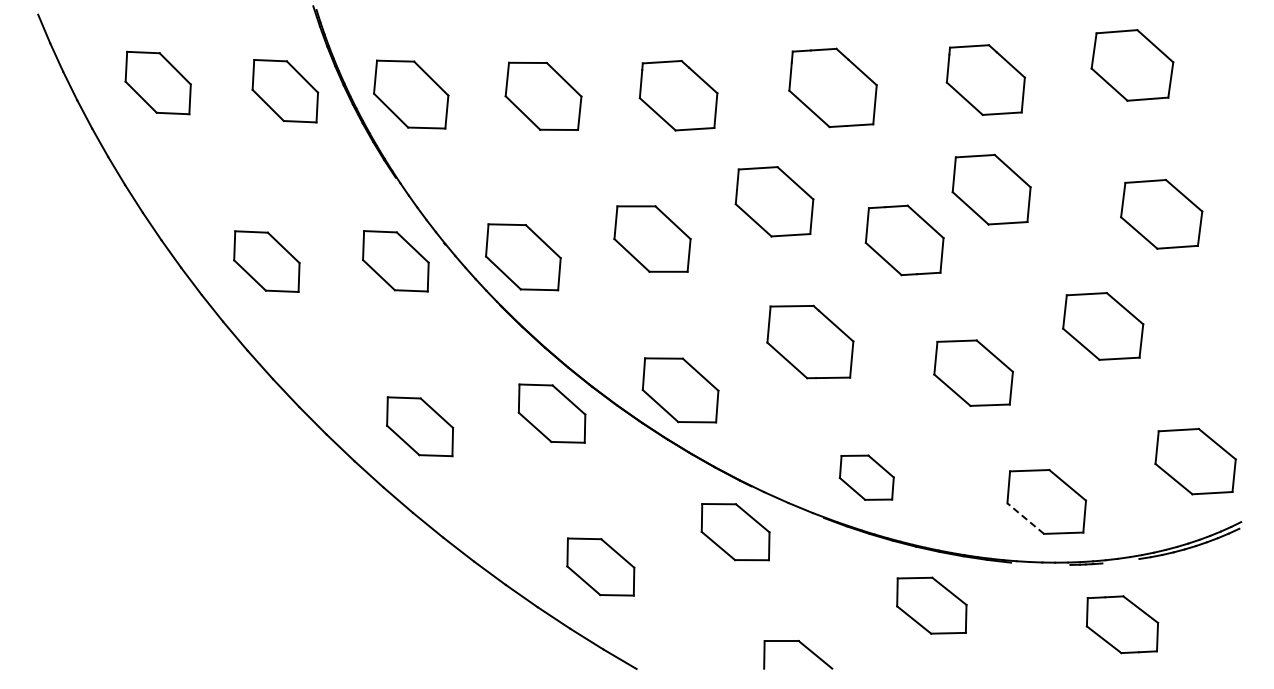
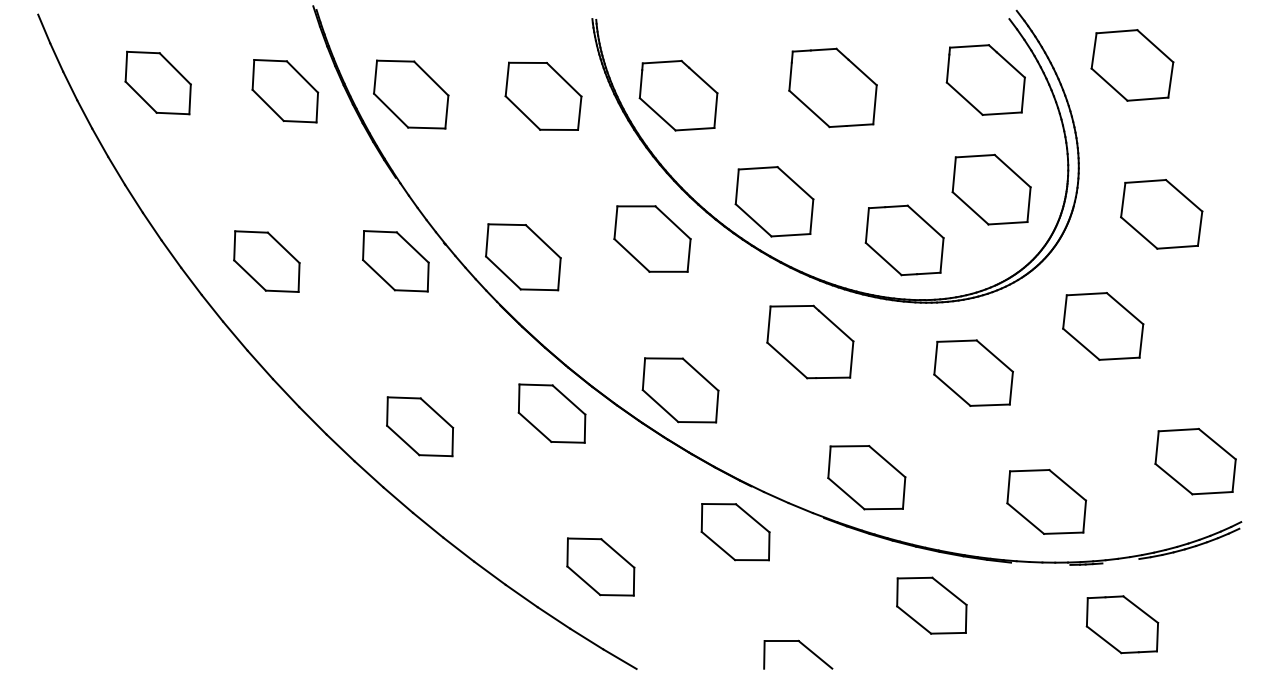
part at (782, 261): none -> present
part at (866, 477) size: 57x47 px -> 80x66 px
line at (1025, 518): dashed -> solid
